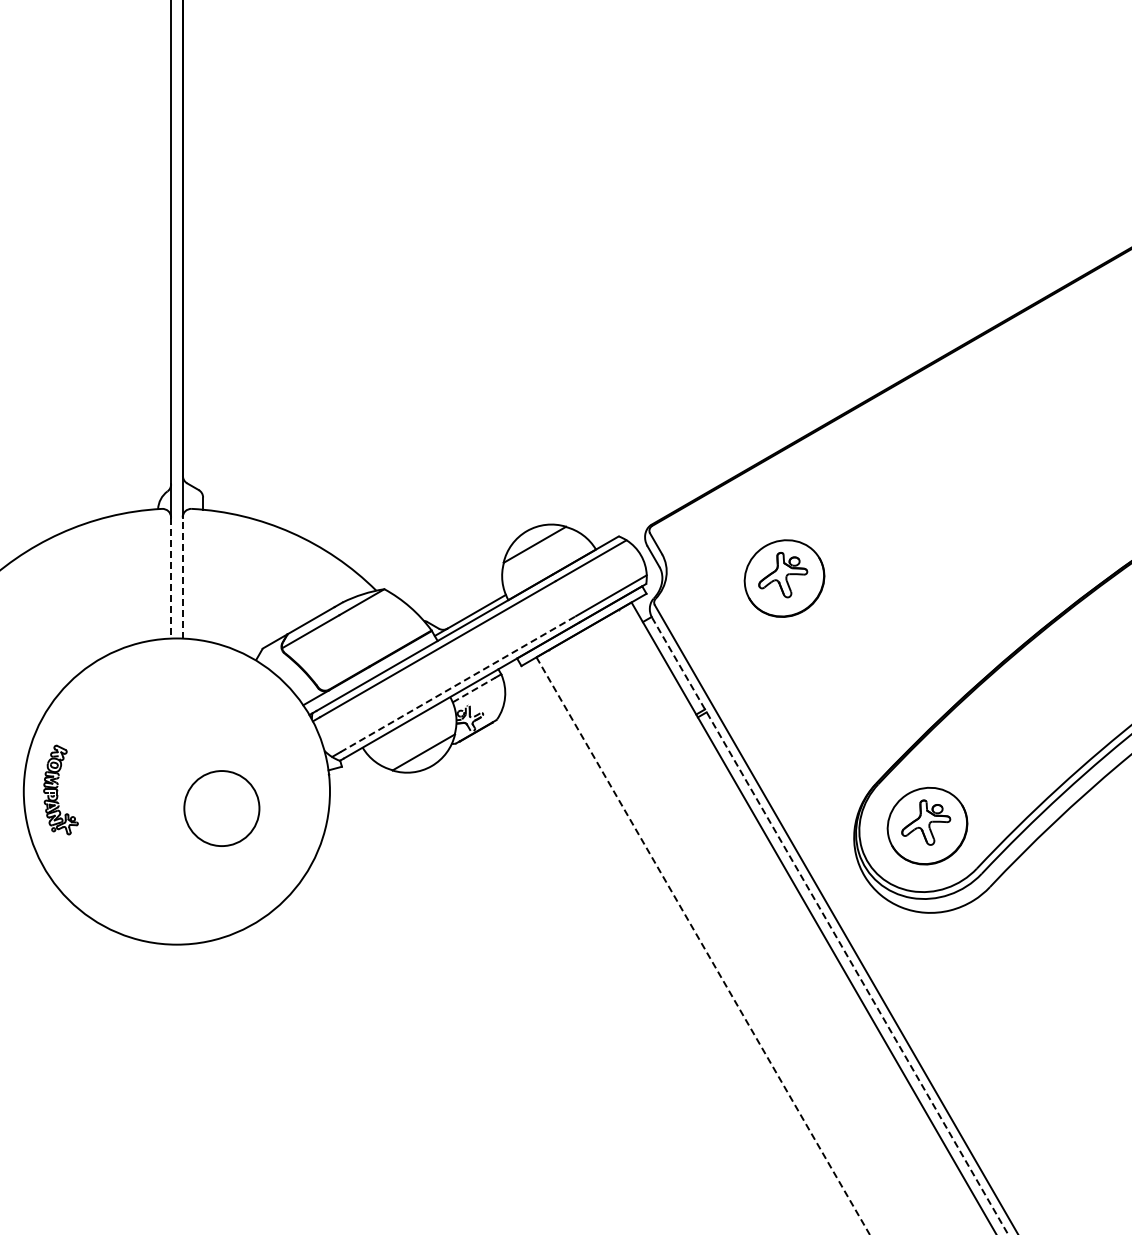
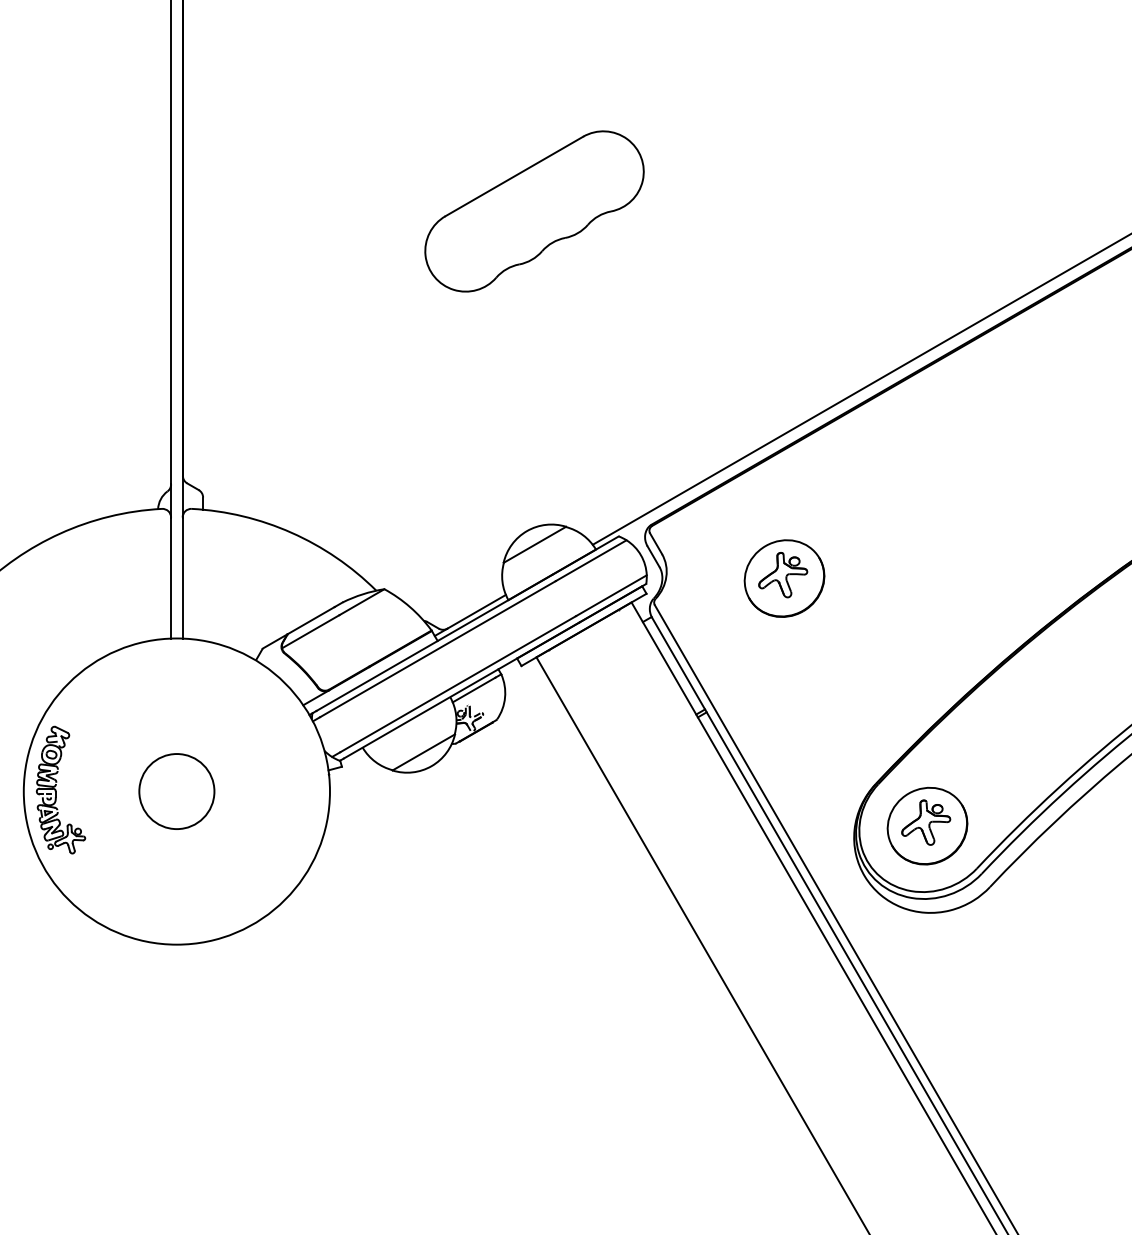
part at (534, 211): none -> present
line at (860, 389): none -> present
line at (171, 578): dashed -> solid
line at (182, 578): dashed -> solid
line at (458, 683): dashed -> solid
line at (474, 690): dashed -> solid
part at (60, 789) size: 36x92 px -> 52x130 px
circle at (221, 808) position: (221, 808) -> (176, 791)
line at (830, 926): dashed -> solid
line at (703, 946): dashed -> solid
